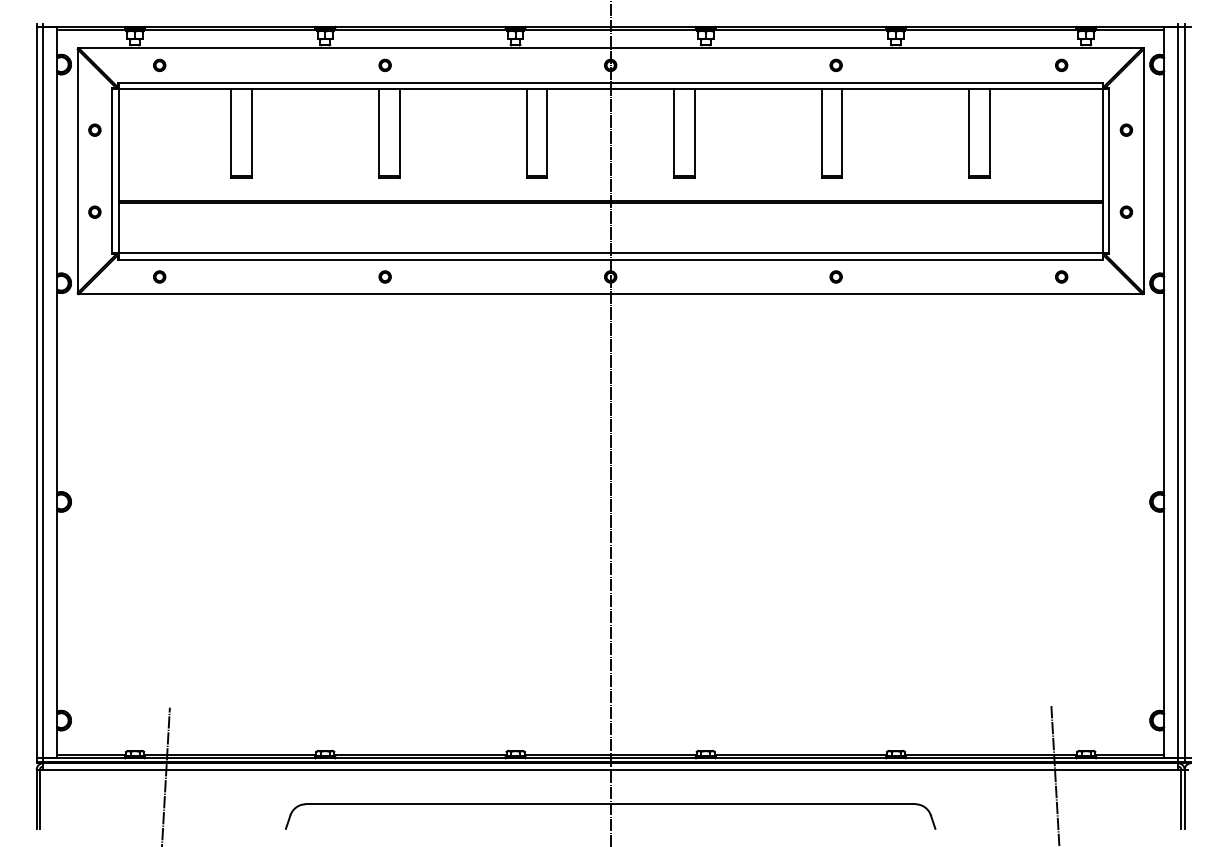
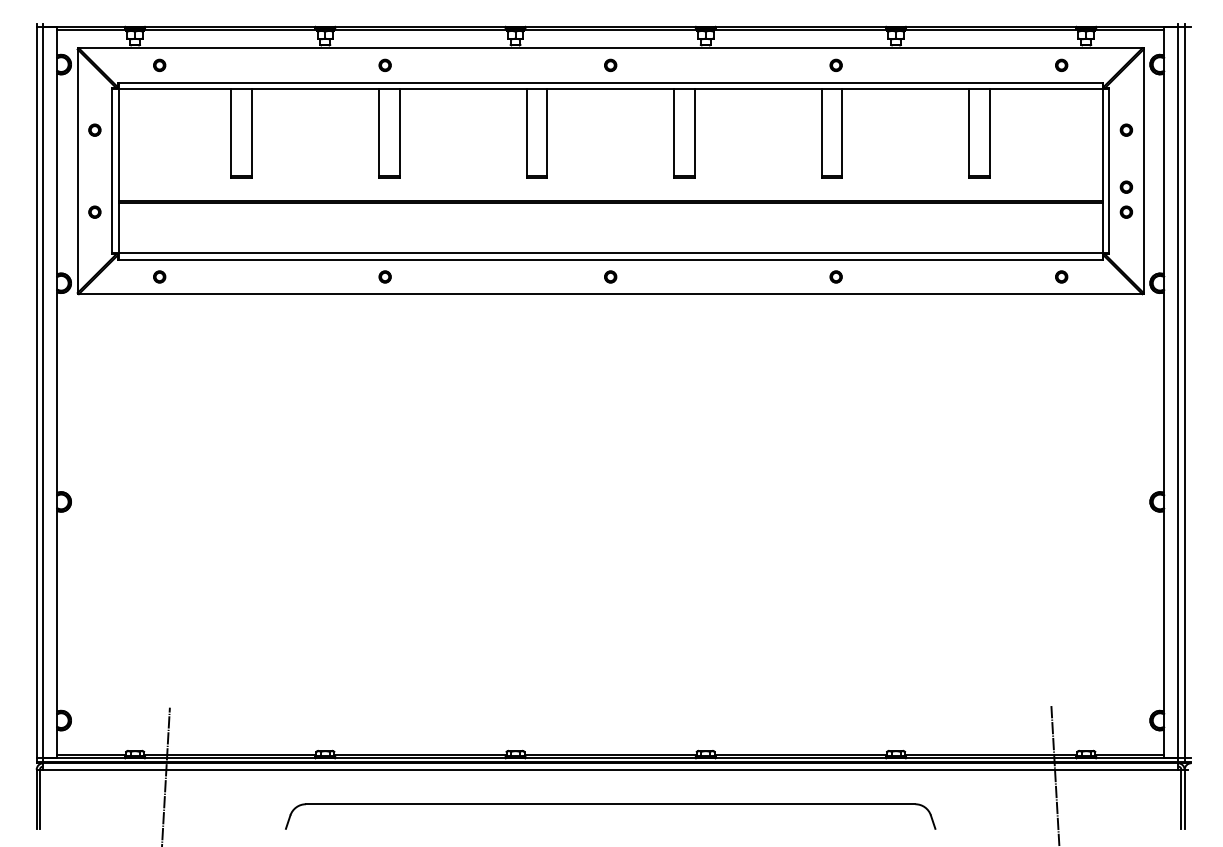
part at (1126, 186): none -> present
line at (610, 422): present -> none
